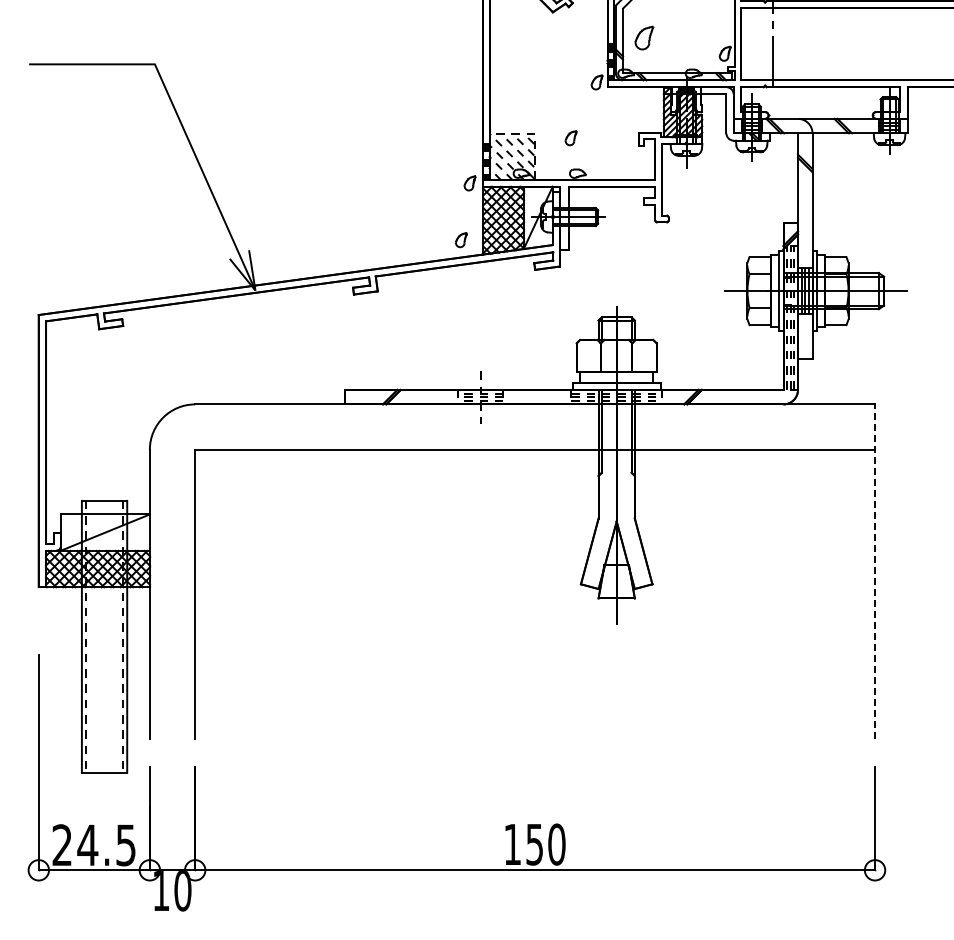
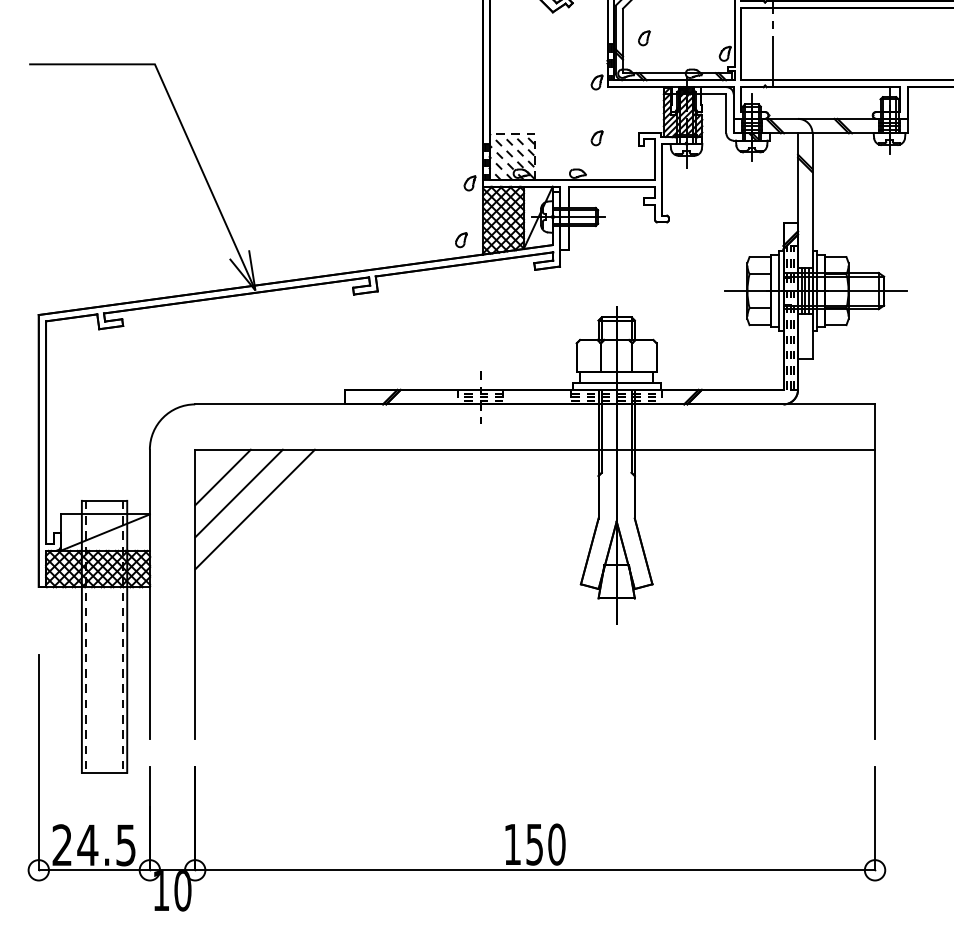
part at (644, 37) size: 21x26 px -> 13x17 px
part at (570, 138) position: (570, 138) -> (596, 138)
line at (222, 477): none -> present
line at (238, 493): none -> present
line at (254, 509): none -> present
line at (875, 571): dashed -> solid
